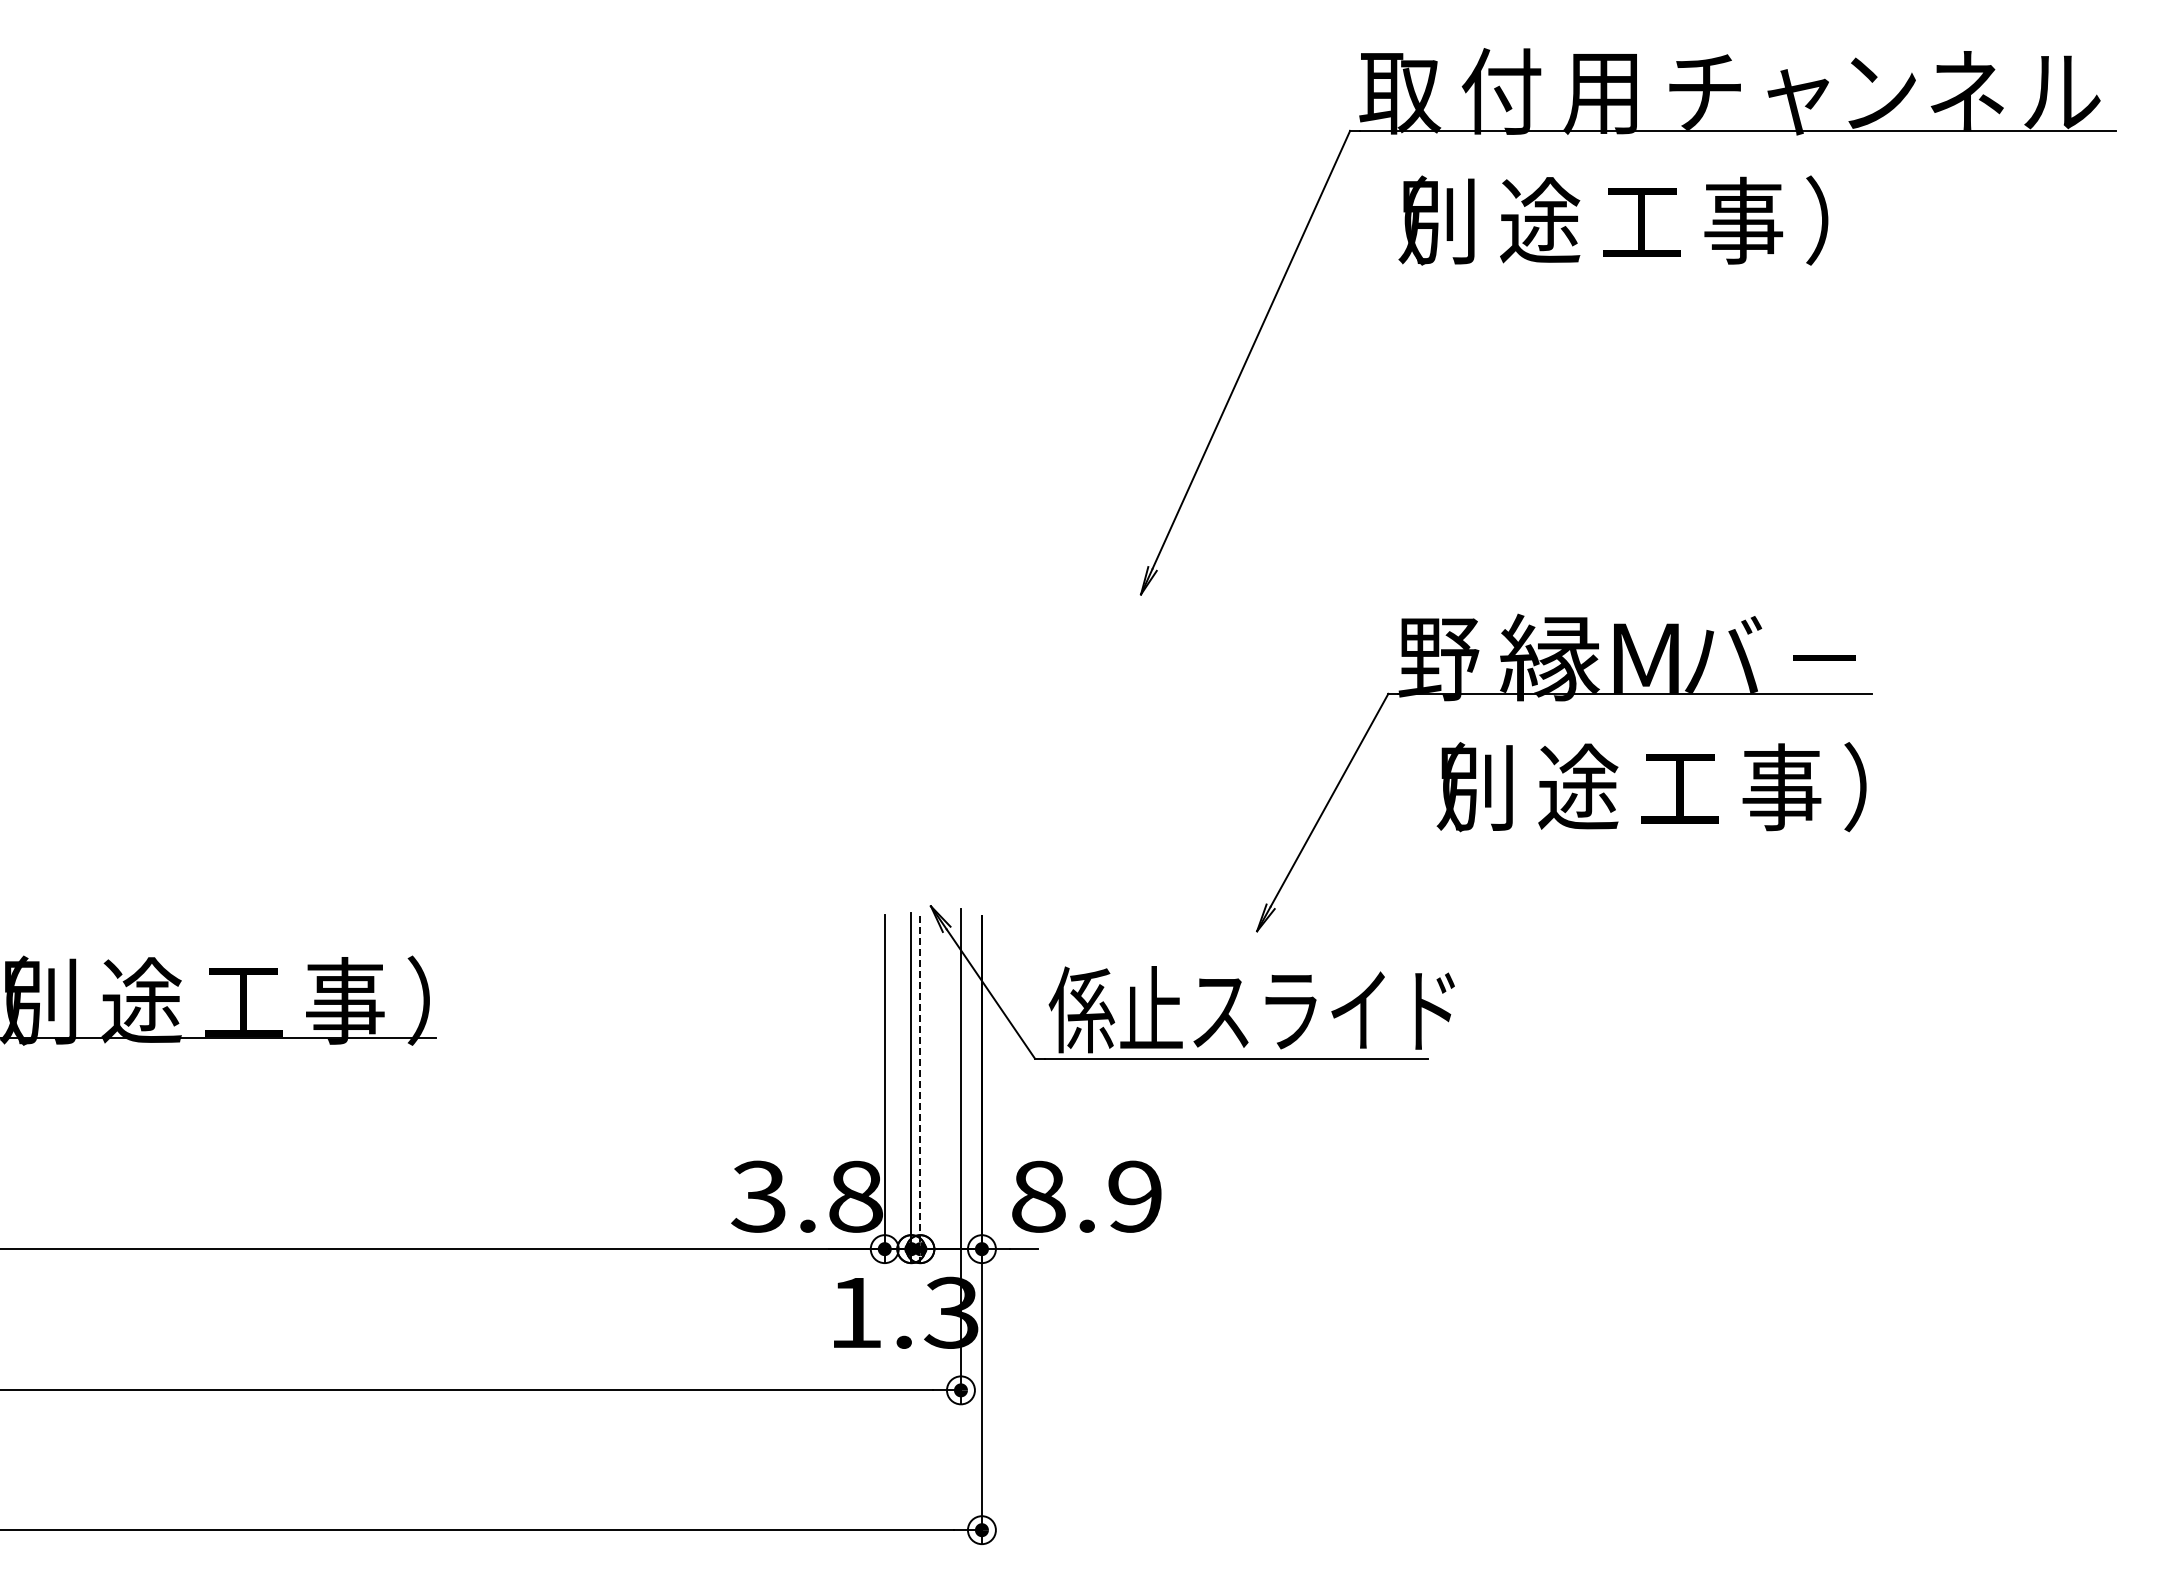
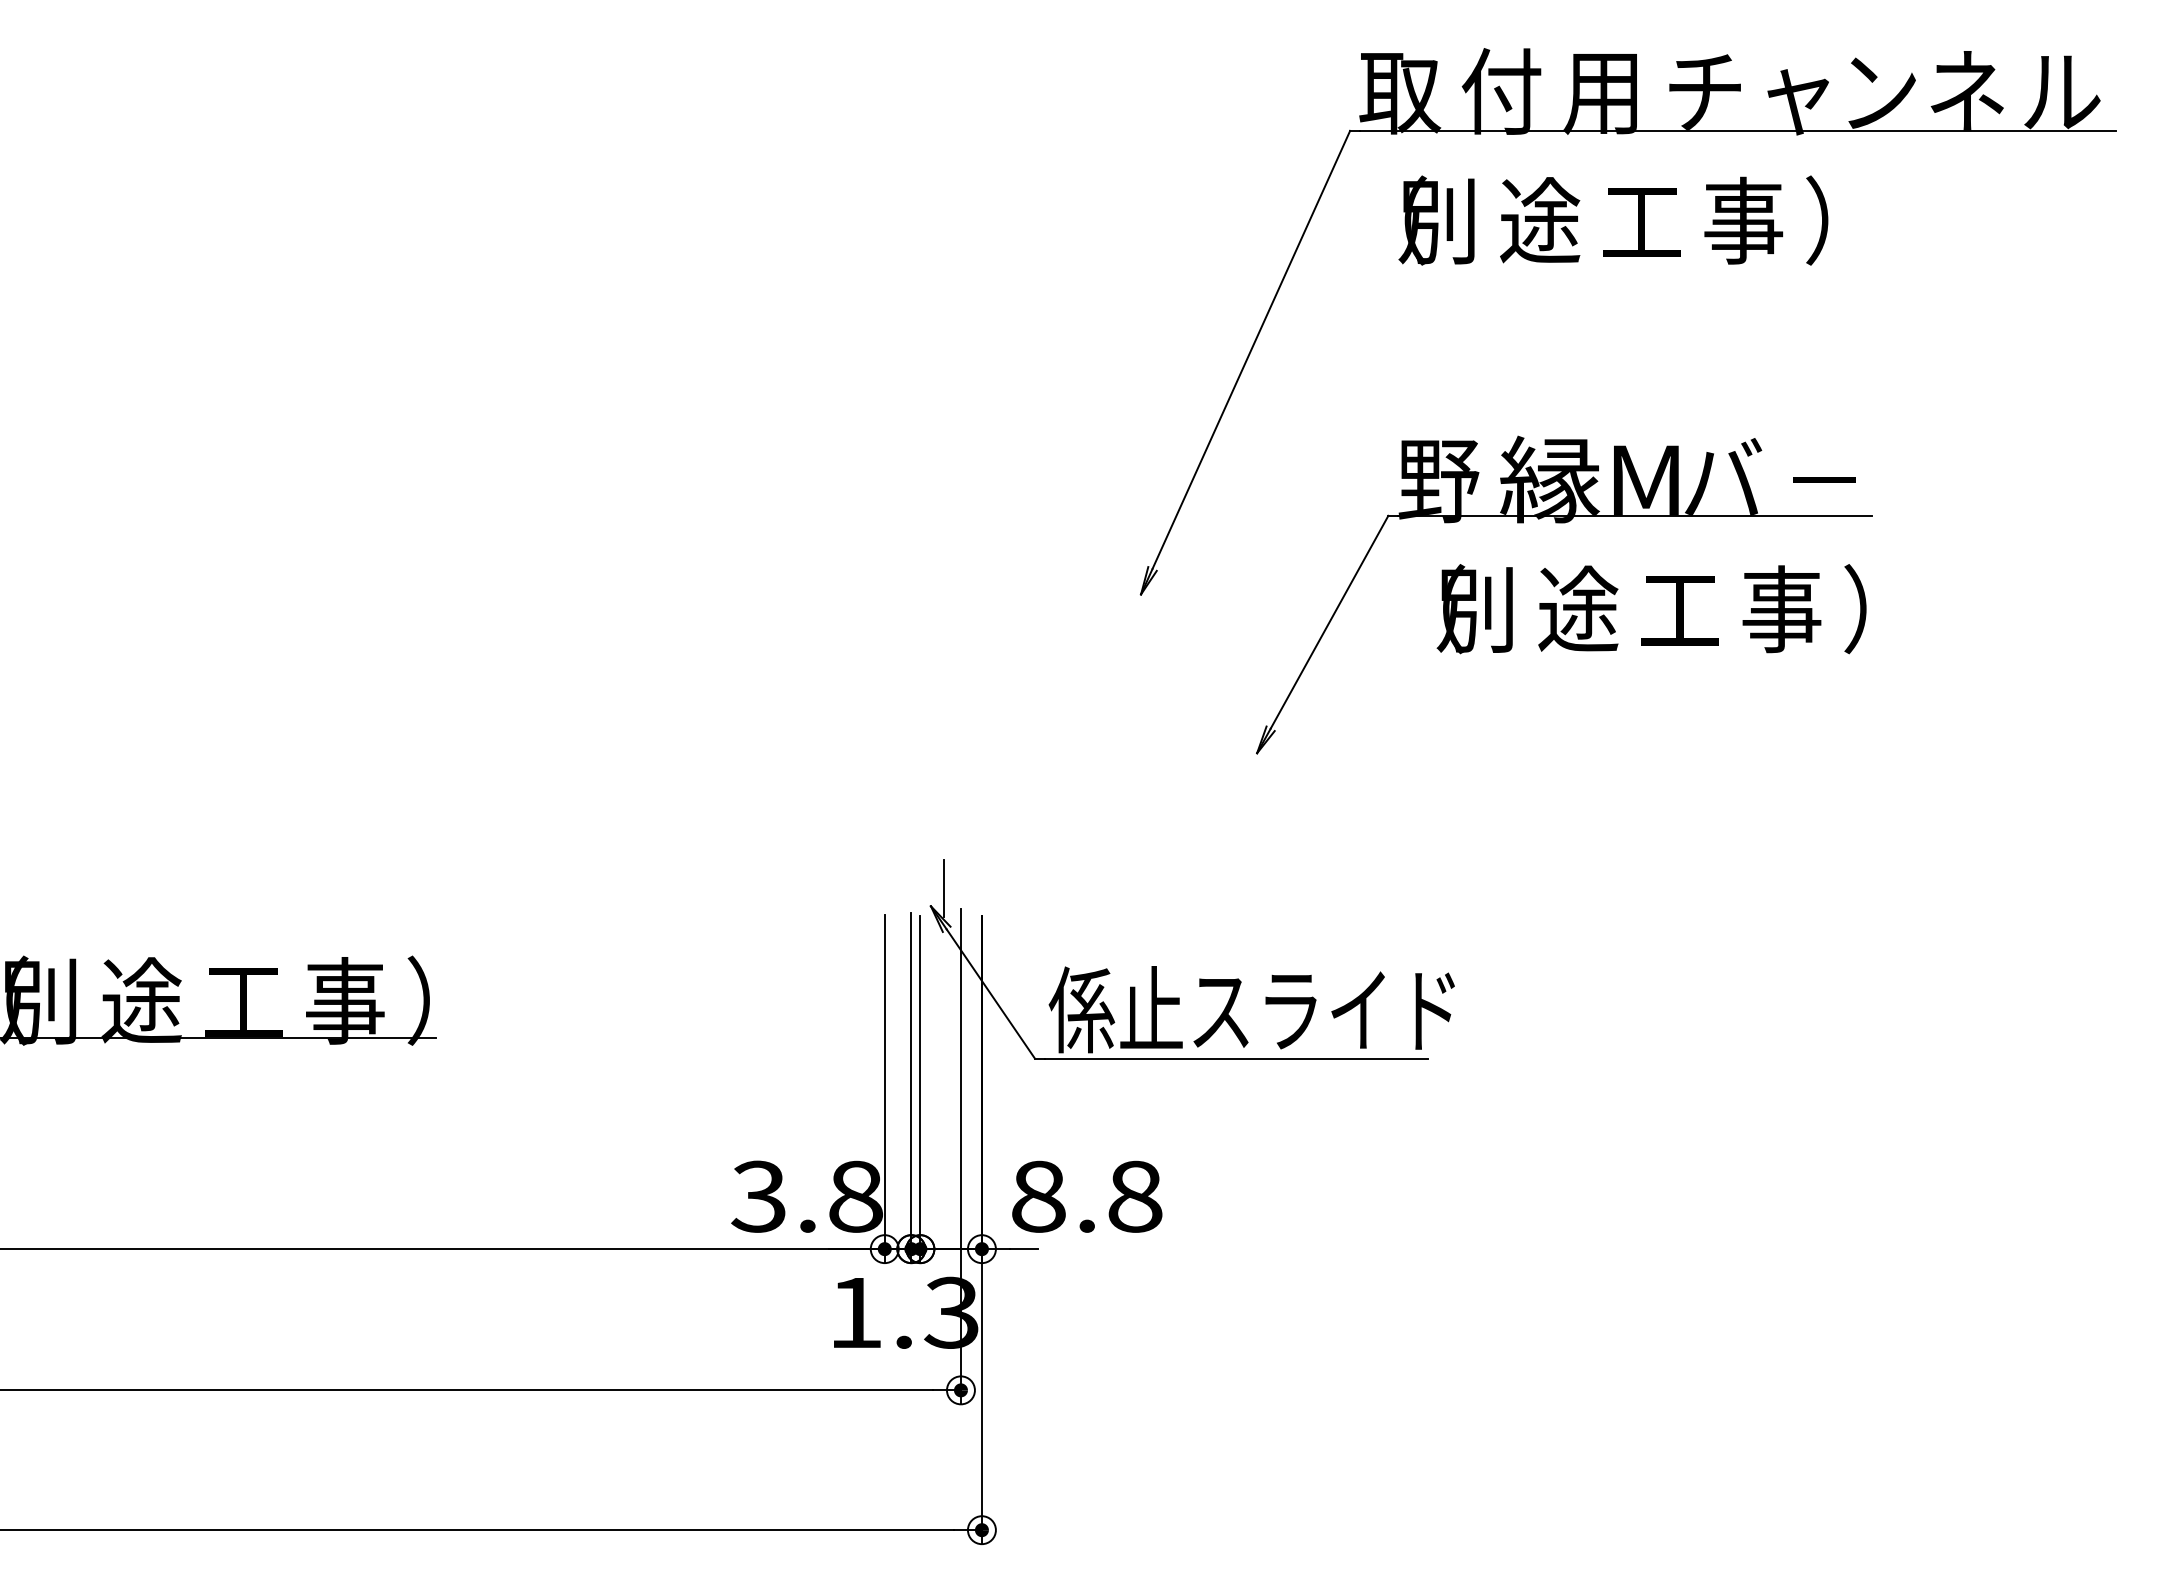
part at (1564, 772) position: (1564, 772) -> (1564, 594)
line at (944, 888): none -> present
line at (920, 1089): dashed -> solid
text at (1135, 1196): 8.9 -> 8.8
